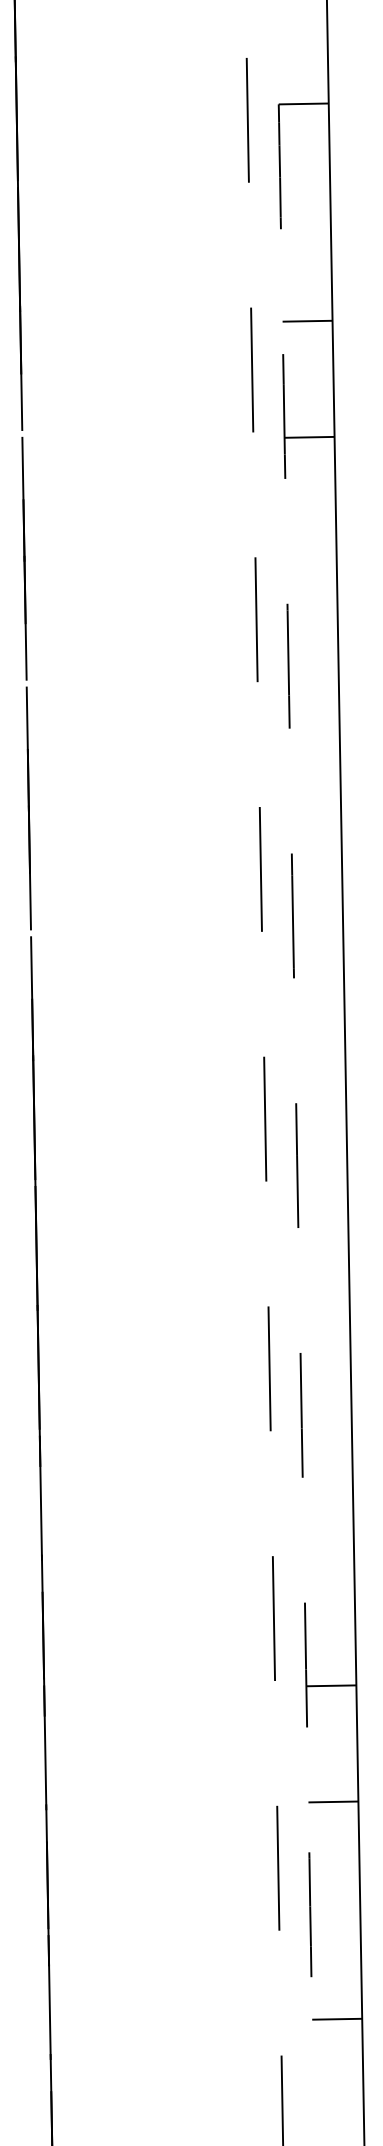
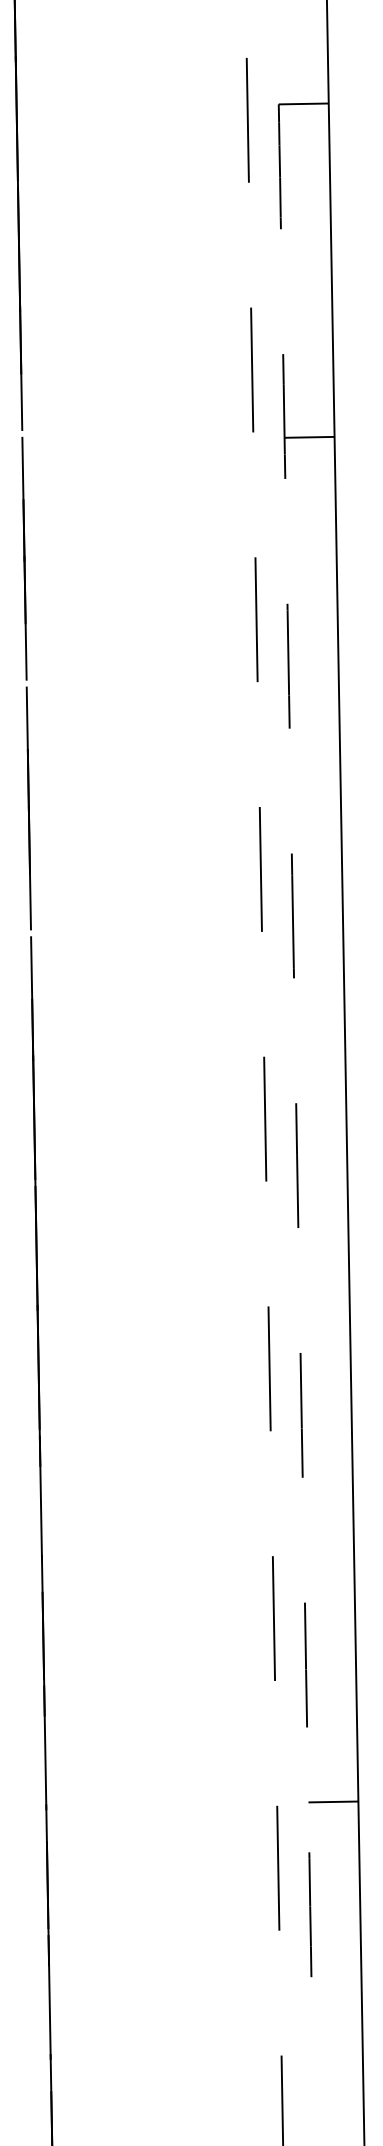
line at (307, 320): present -> none
line at (331, 1685): present -> none
line at (337, 2018): present -> none
